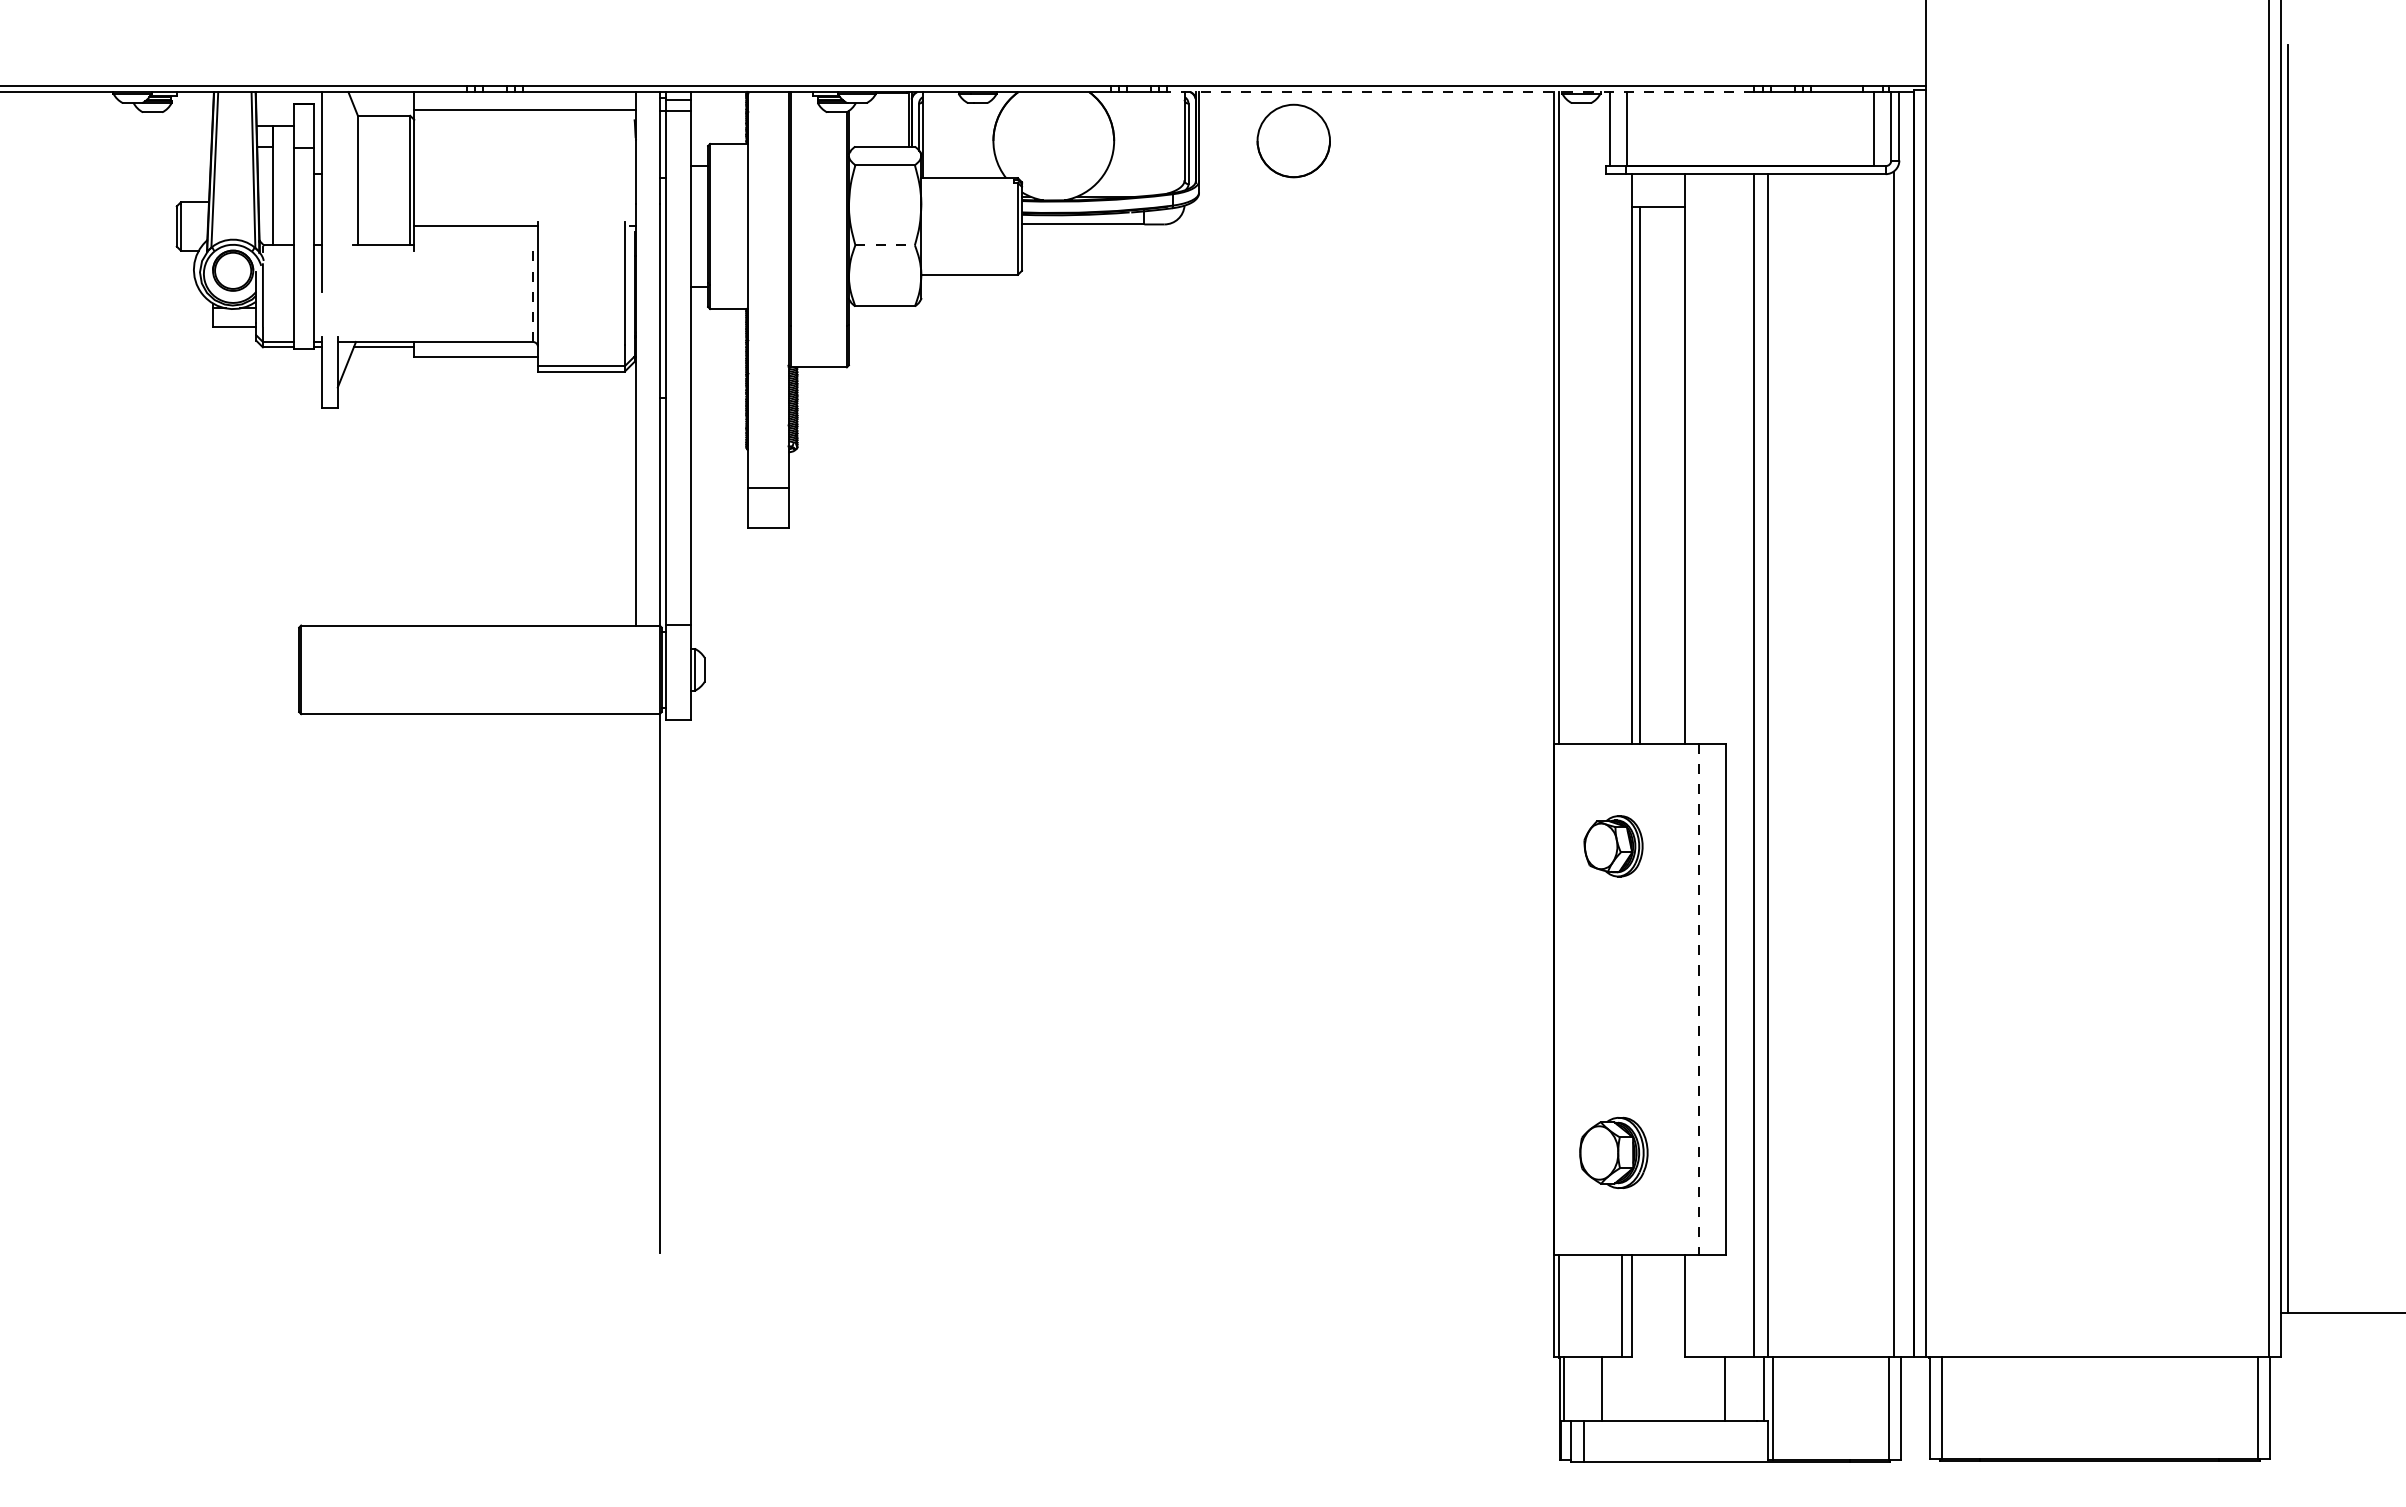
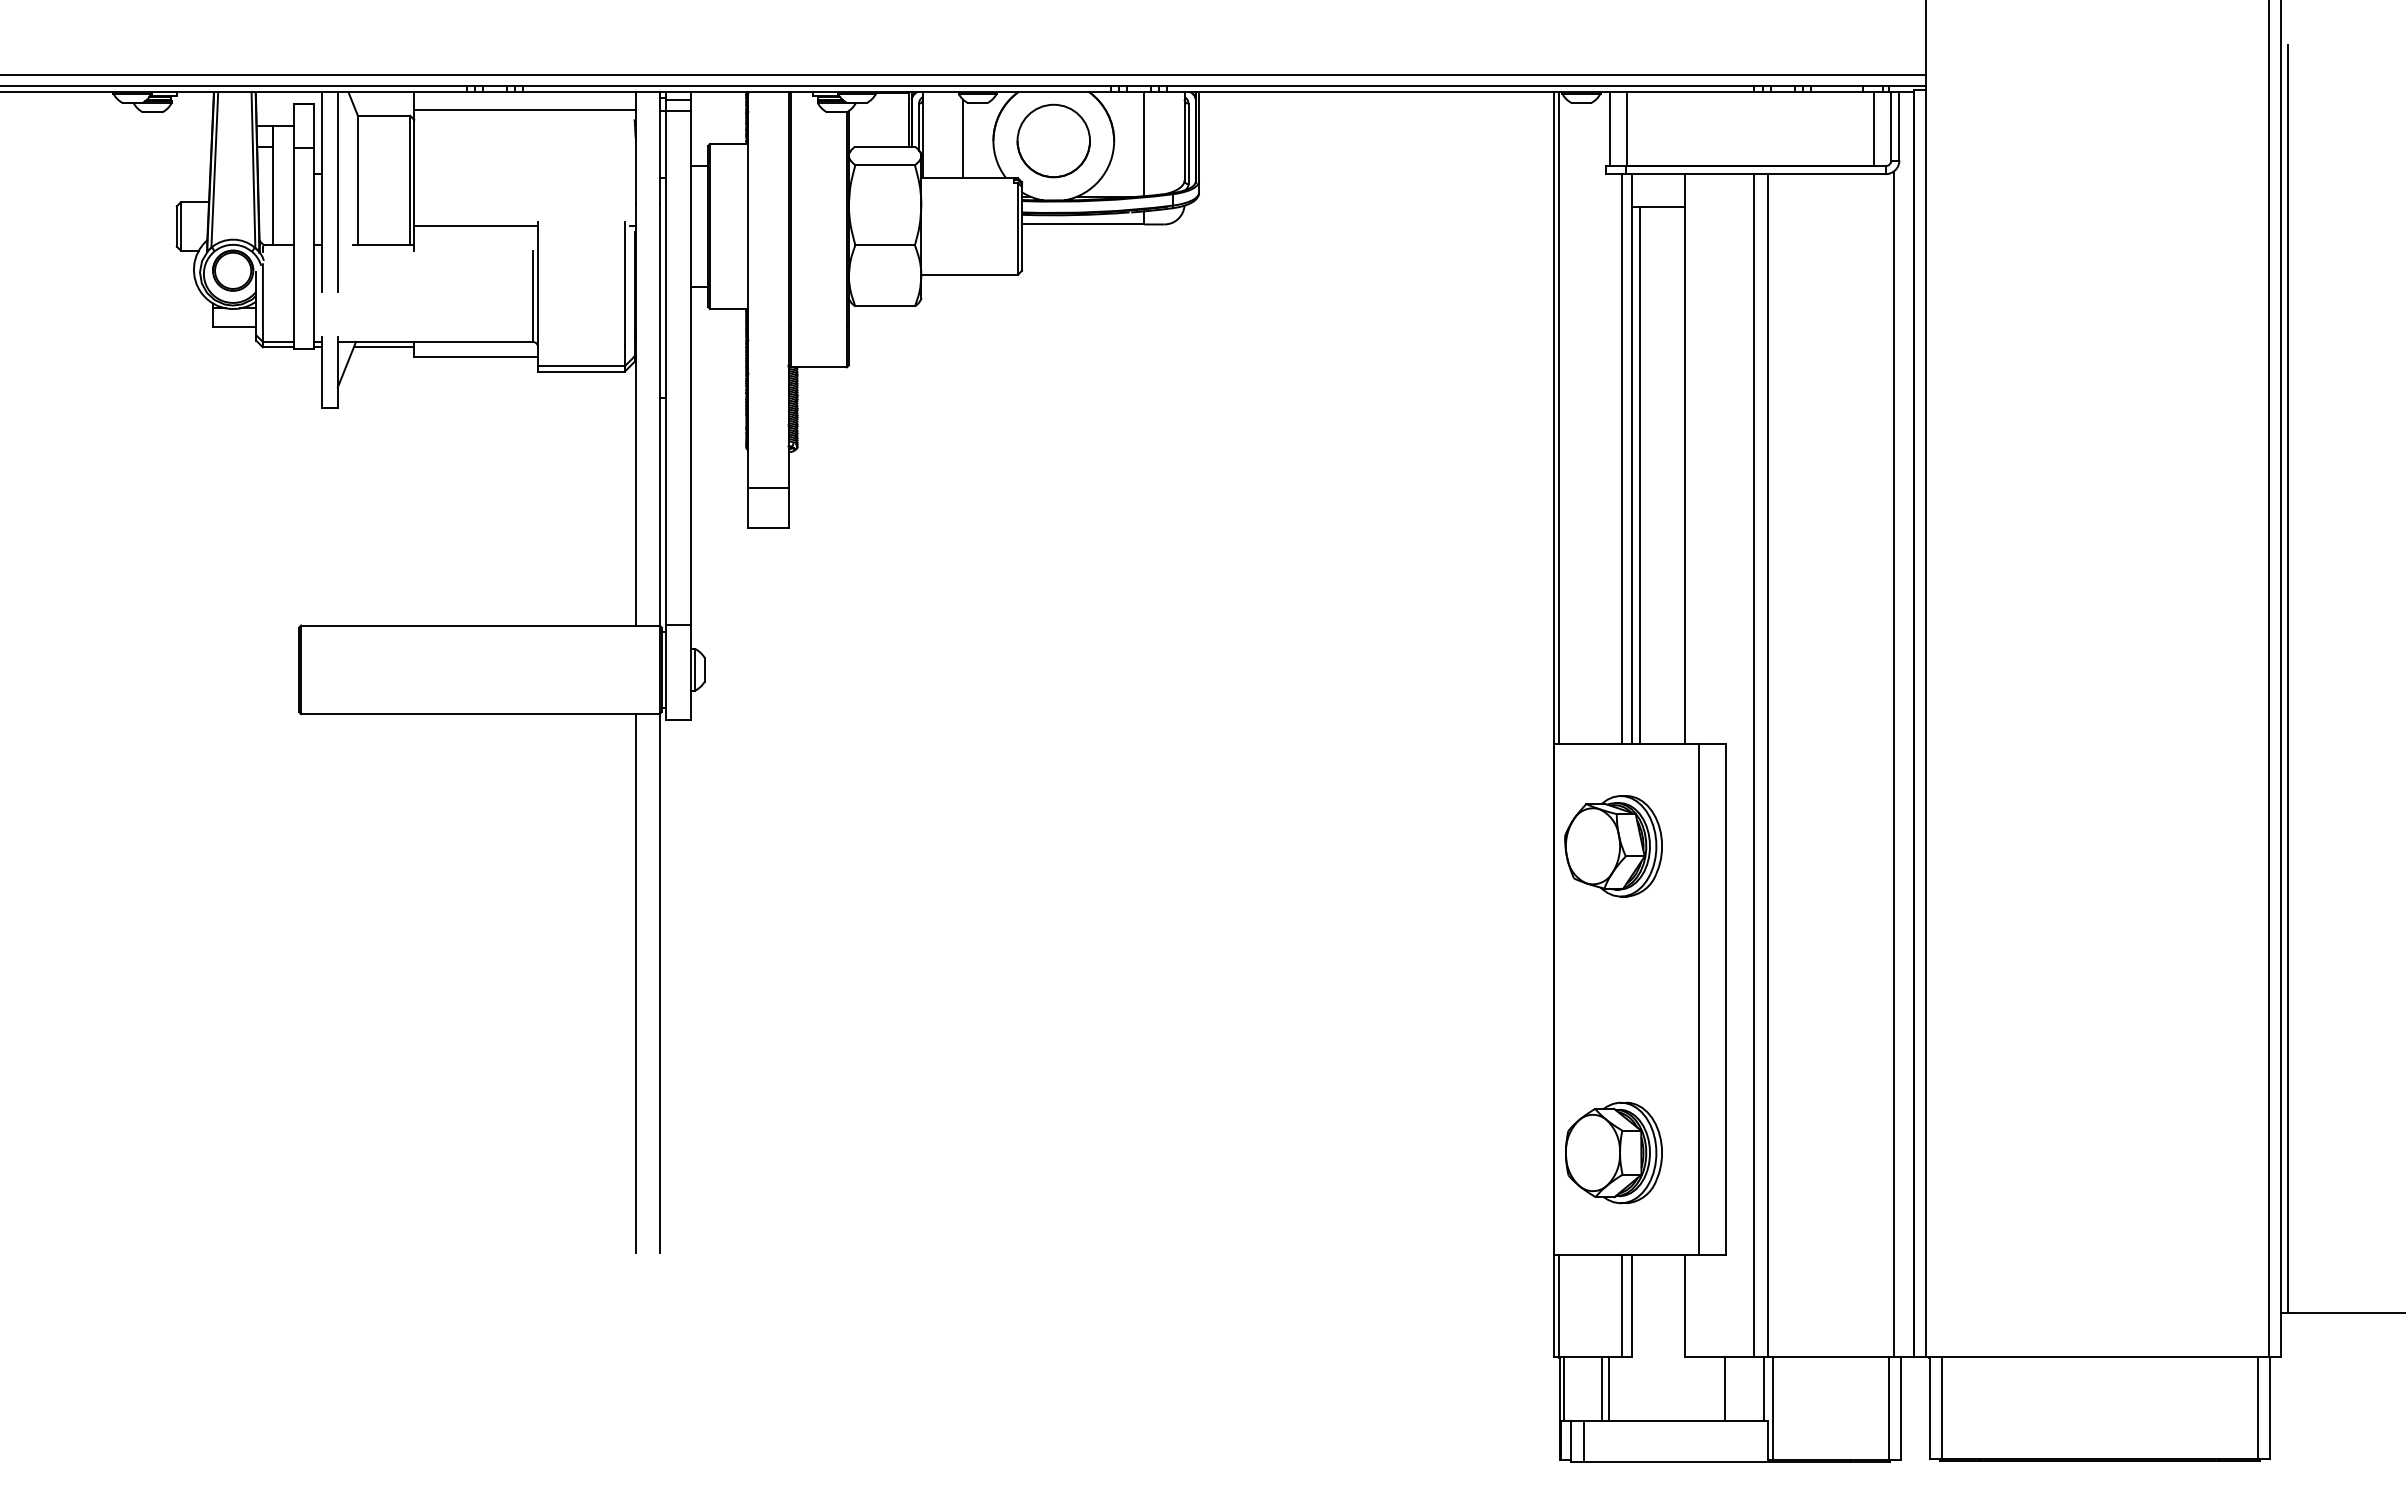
line at (964, 75): none -> present
line at (1460, 92): dashed -> solid
line at (963, 138): none -> present
part at (1293, 140) position: (1293, 140) -> (1053, 140)
line at (1144, 144): none -> present
line at (337, 192): none -> present
line at (885, 245): dashed -> solid
line at (532, 296): dashed -> solid
line at (1621, 459): none -> present
part at (1613, 846) size: 61x63 px -> 99x103 px
line at (635, 983): none -> present
line at (1698, 999): dashed -> solid
part at (1613, 1152) size: 70x74 px -> 98x104 px
line at (1609, 1389): none -> present
